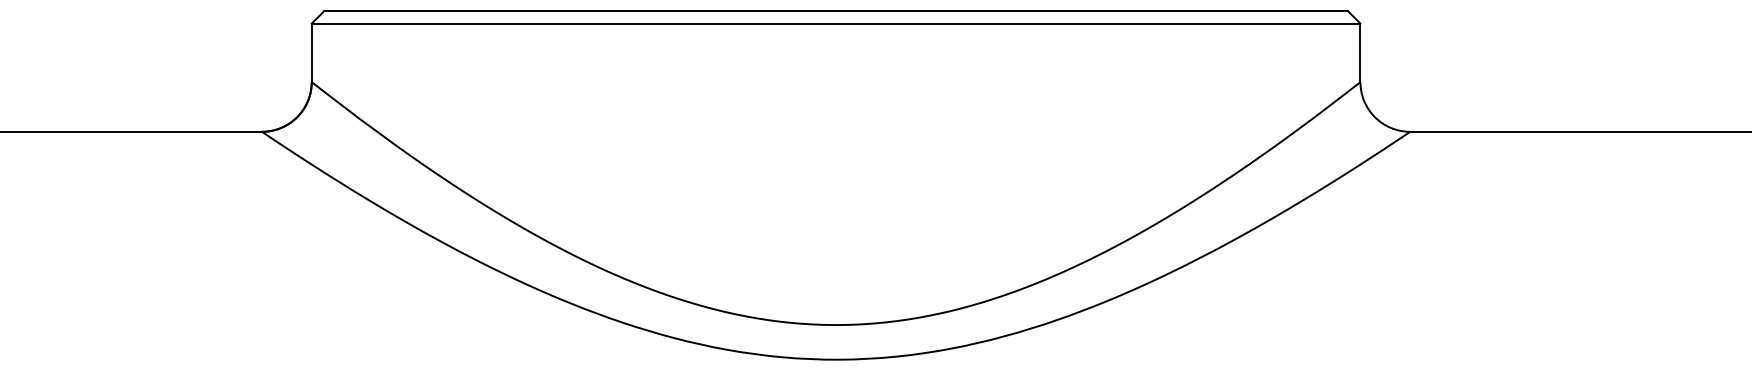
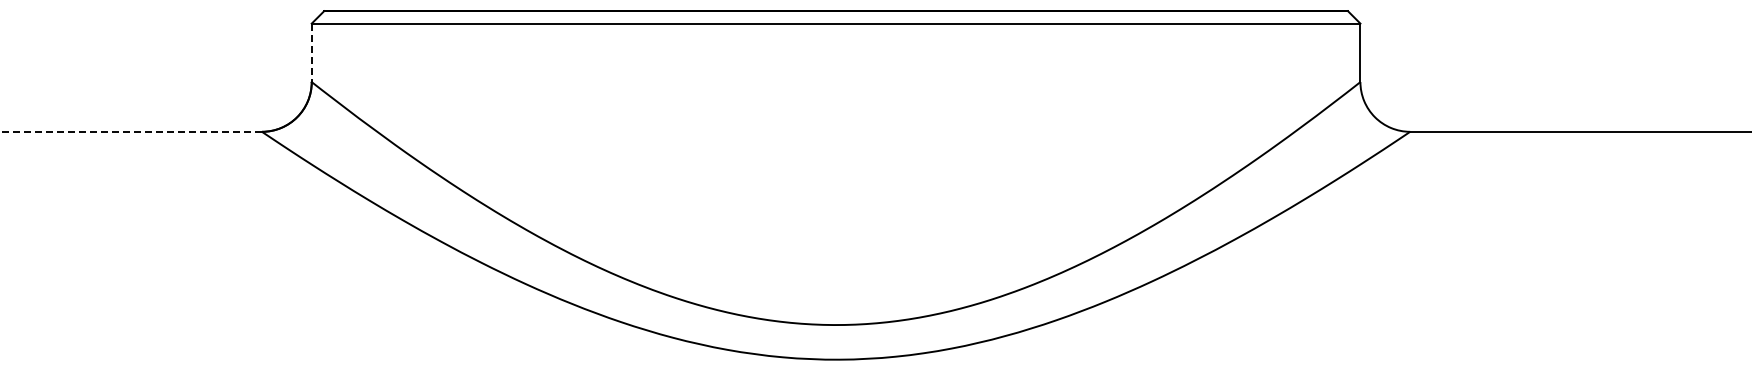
line at (311, 53): solid -> dashed
line at (131, 131): solid -> dashed
